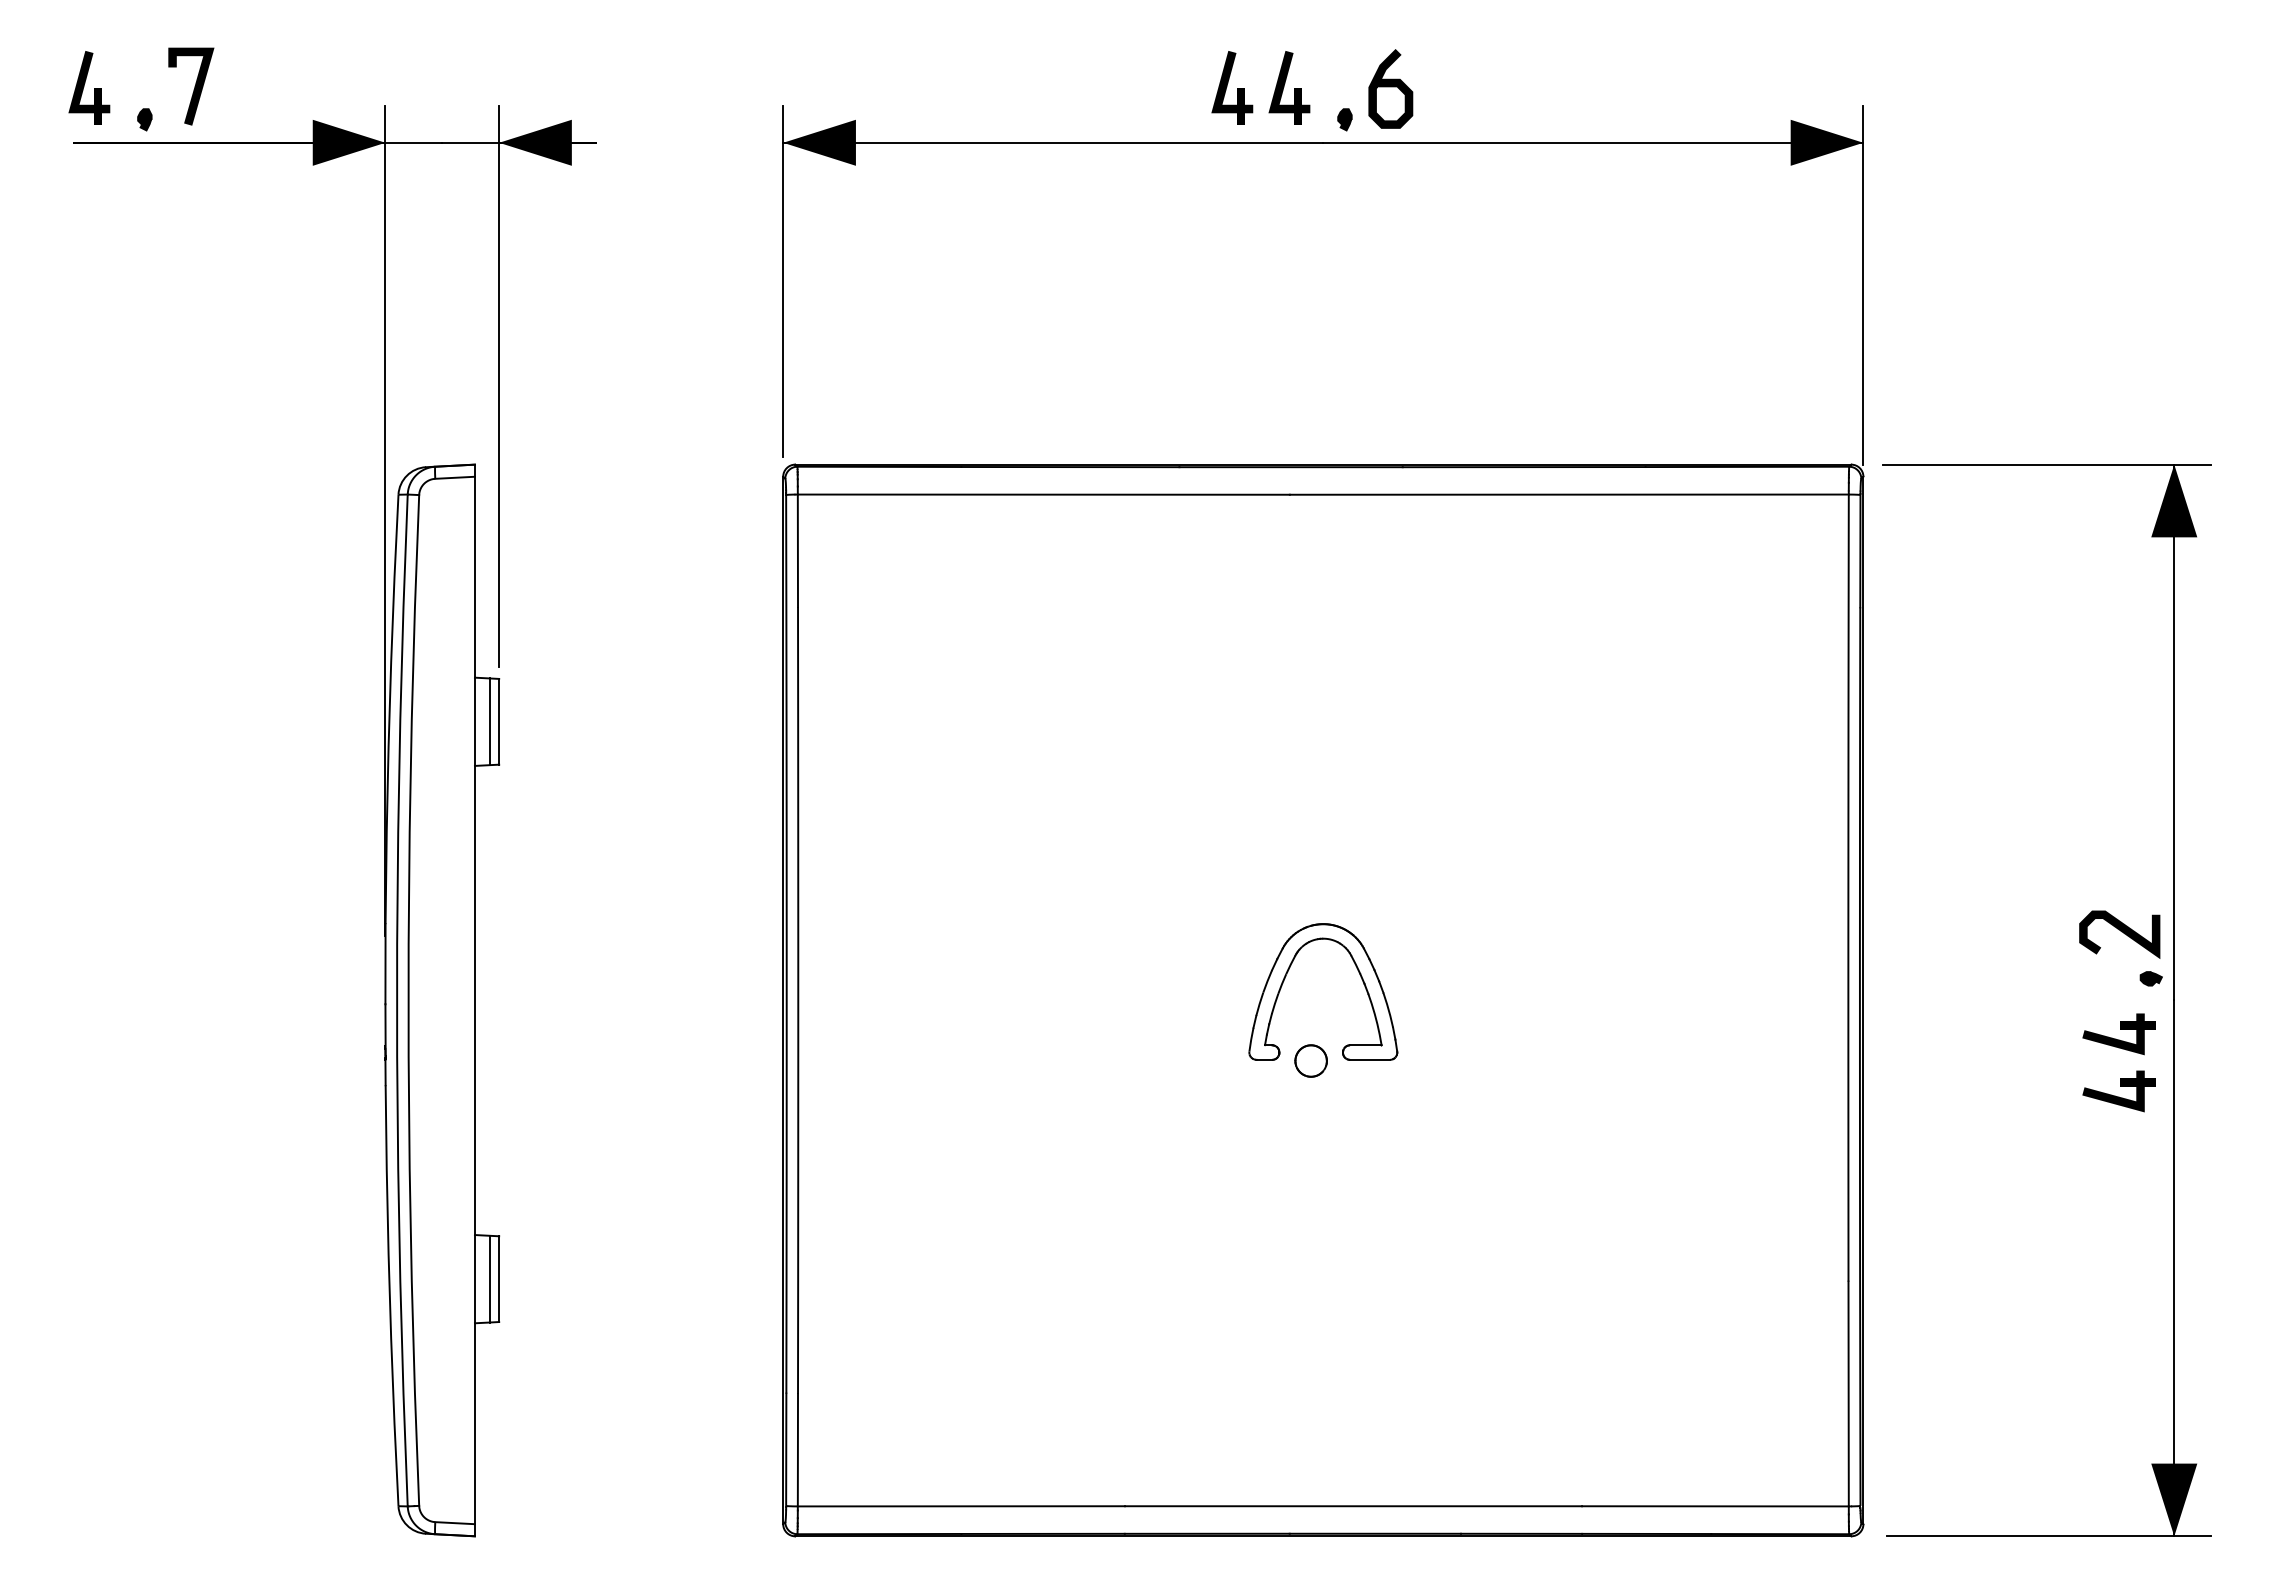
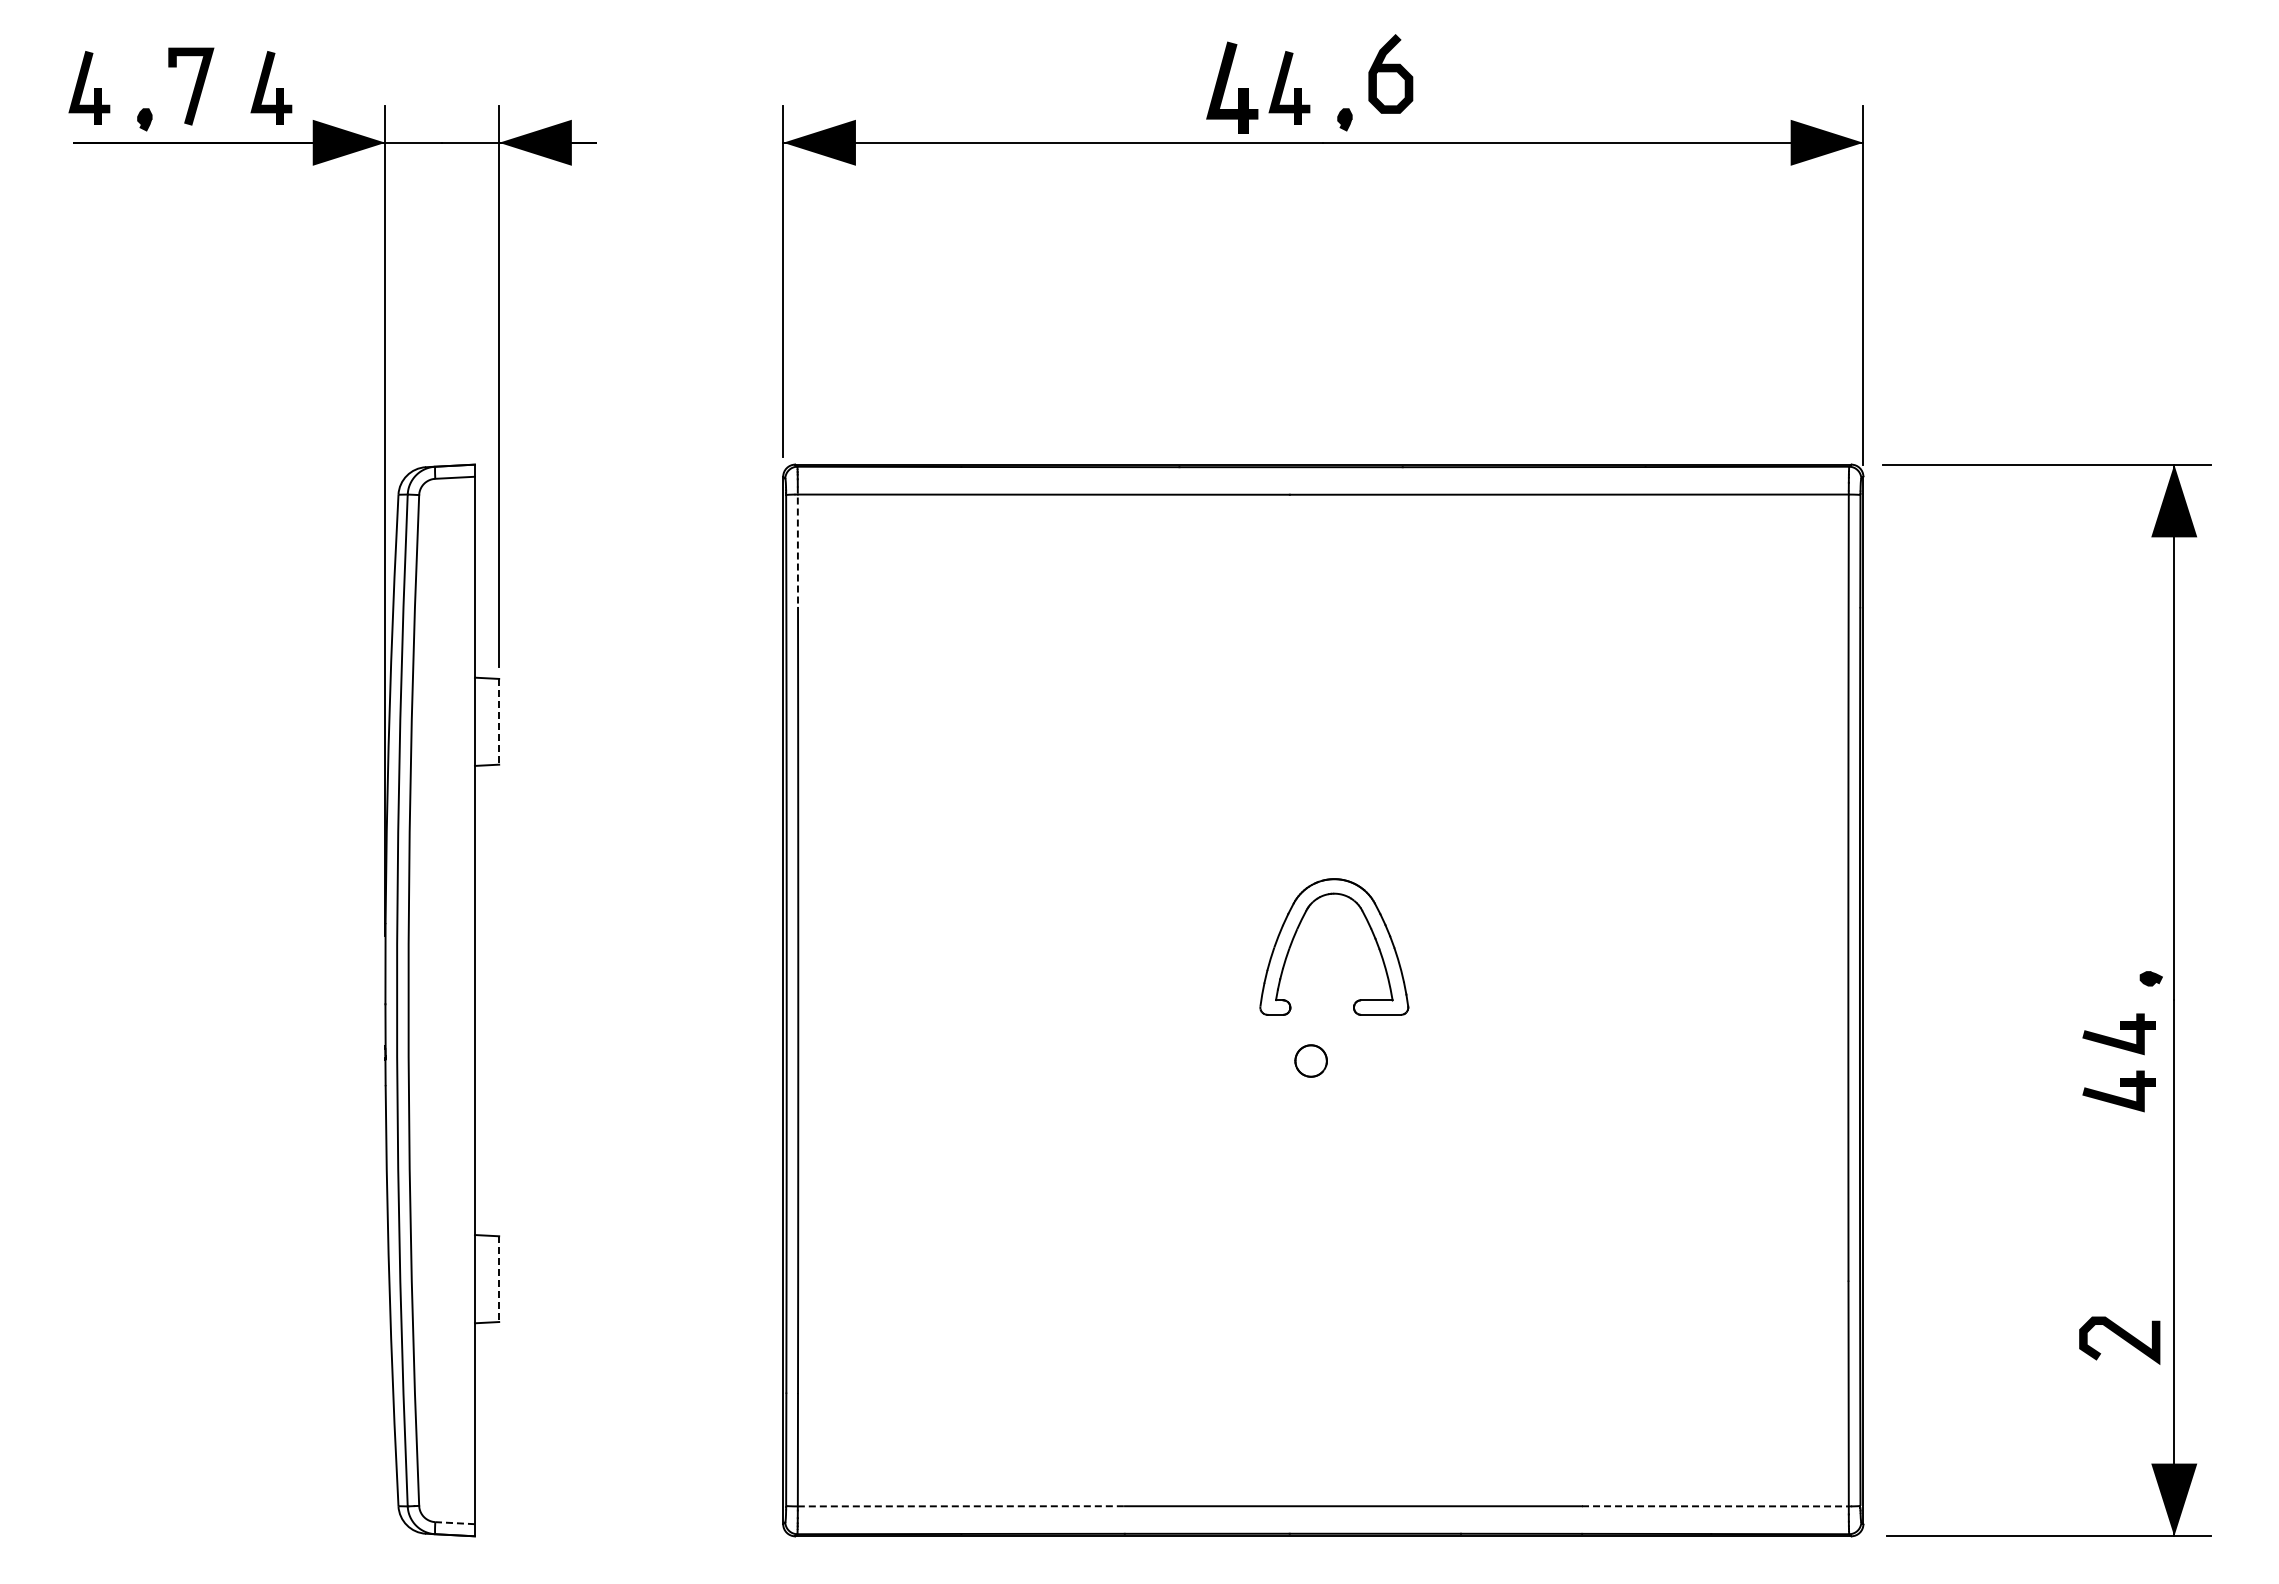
part at (271, 87): none -> present
part at (1232, 87) size: 43x74 px -> 53x93 px
curve at (1390, 87) position: (1390, 87) -> (1390, 72)
line at (797, 547): solid -> dashed
line at (489, 721): present -> none
line at (499, 721): solid -> dashed
curve at (2121, 932) position: (2121, 932) -> (2121, 1338)
part at (1360, 977) position: (1360, 977) -> (1371, 932)
line at (489, 1278): present -> none
line at (499, 1279): solid -> dashed
line at (961, 1506): solid -> dashed
line at (1715, 1506): solid -> dashed
line at (455, 1523): solid -> dashed
